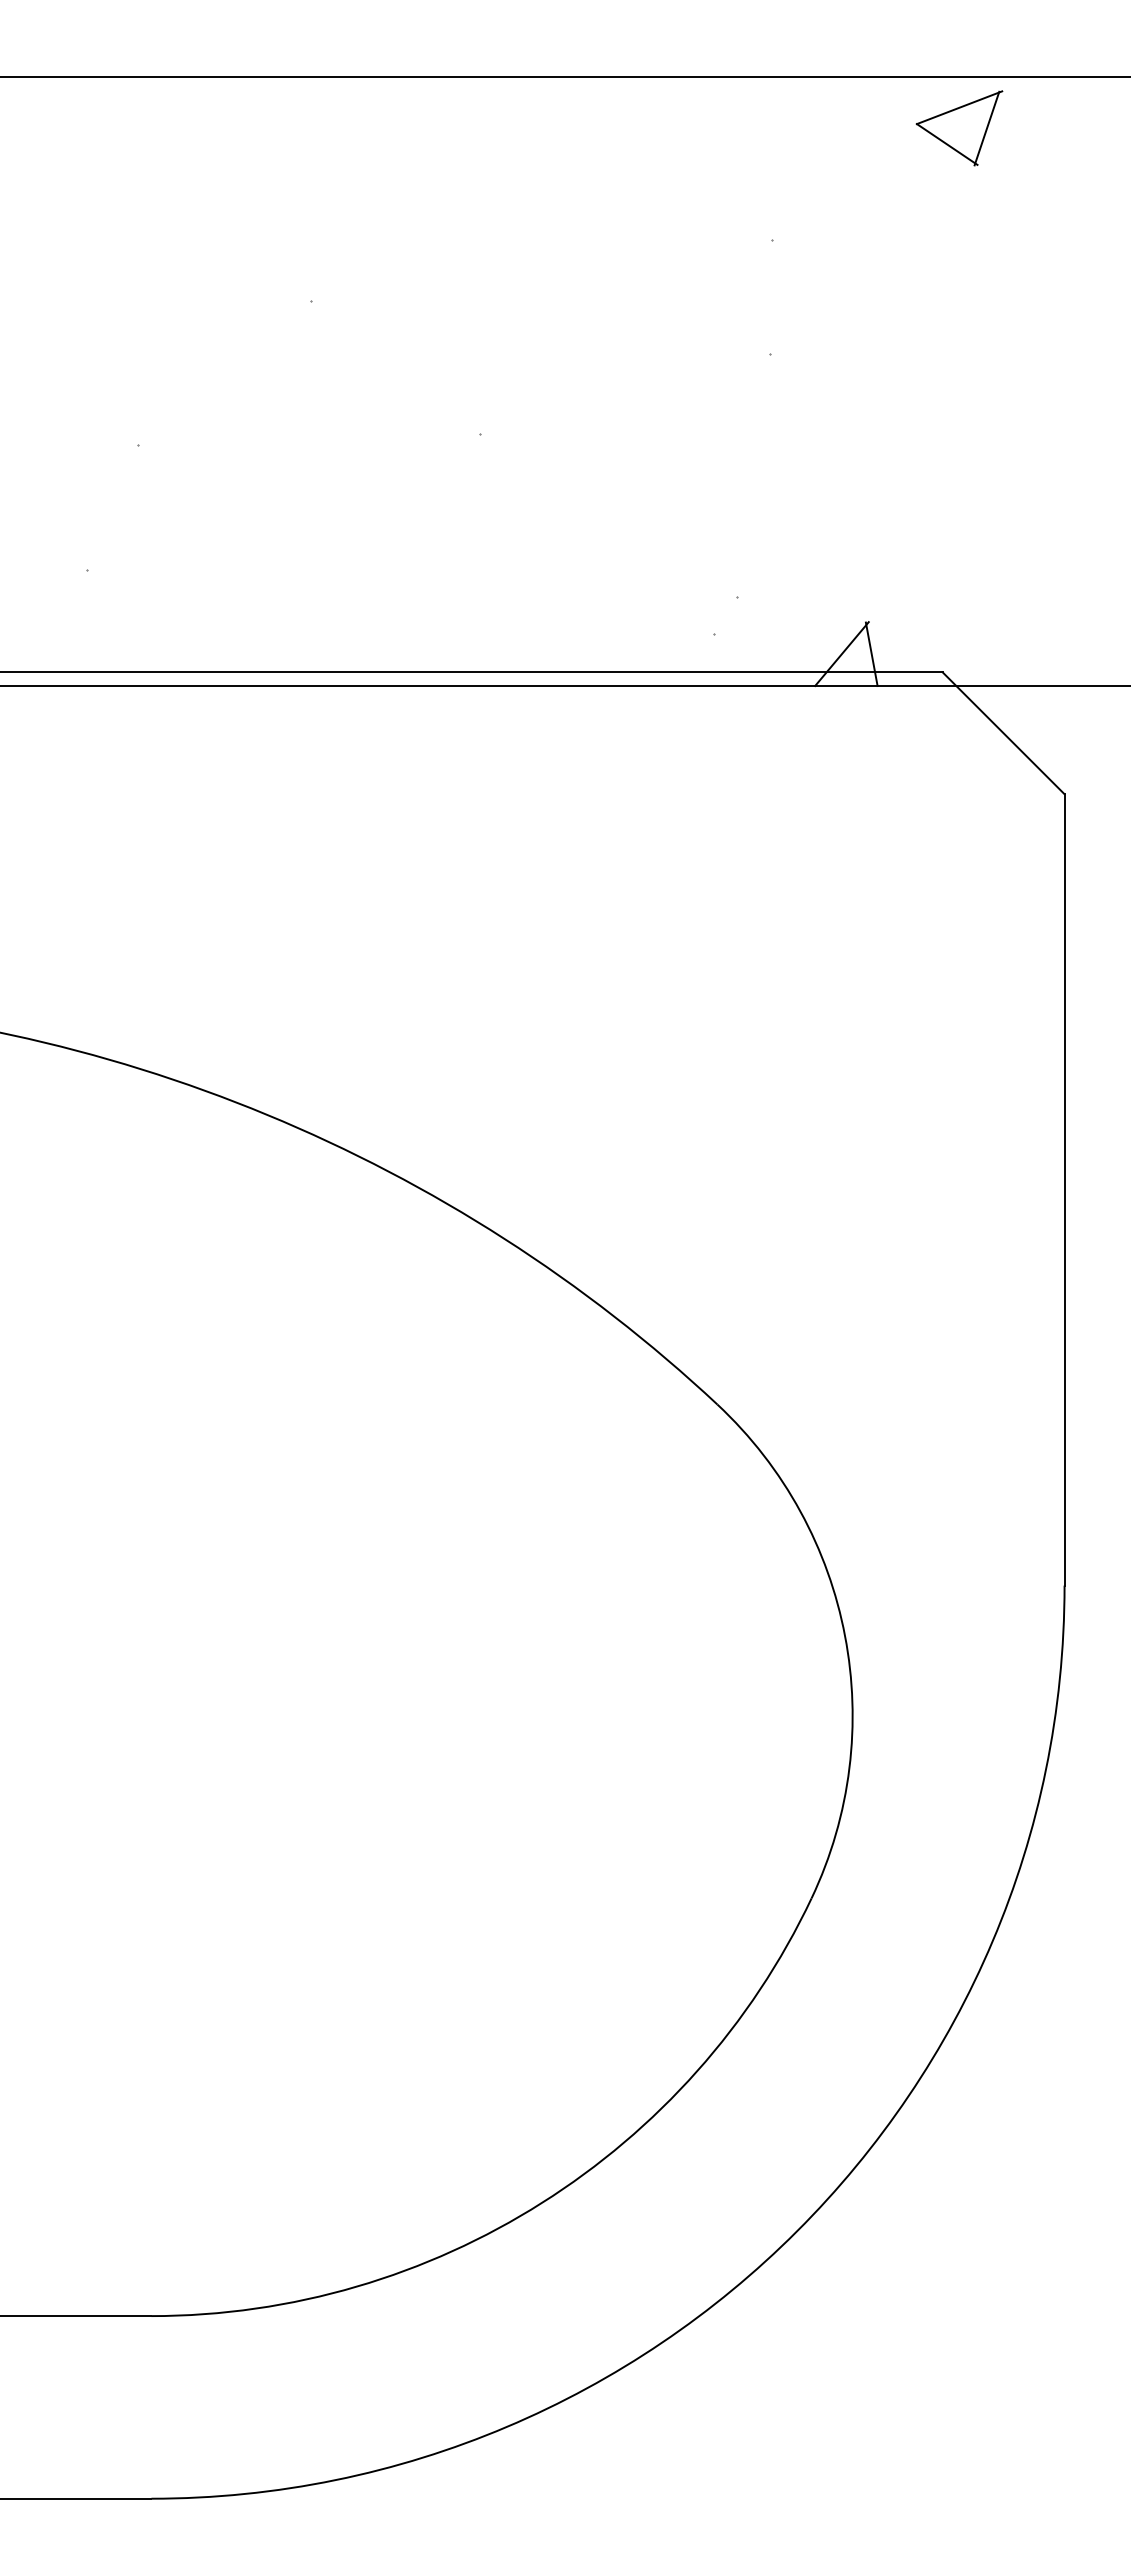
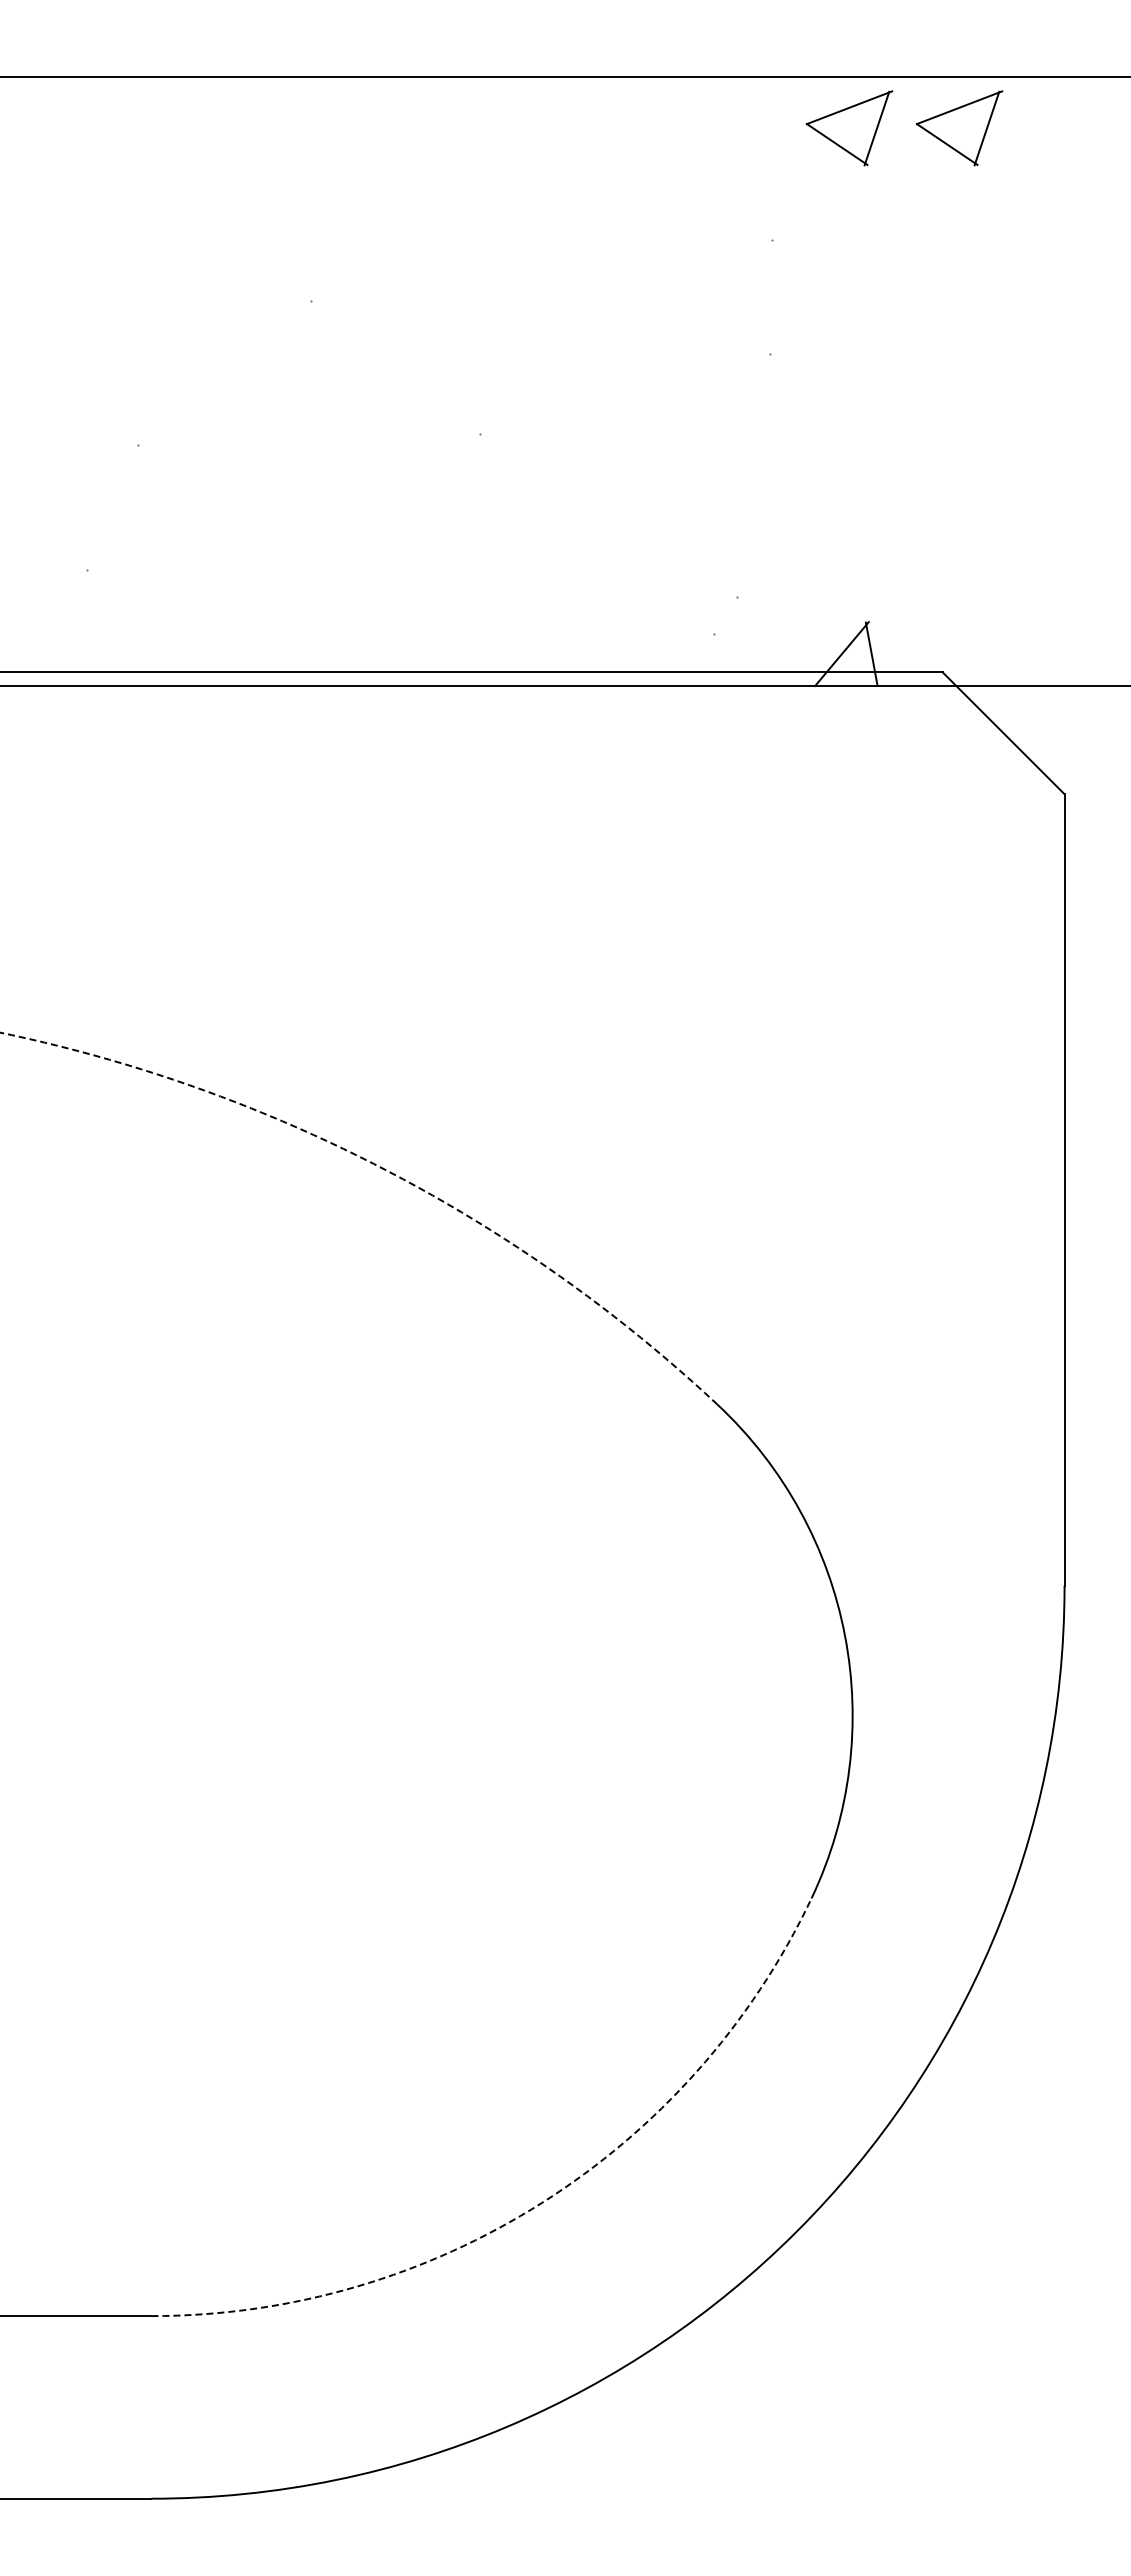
part at (849, 128): none -> present
arc at (383, 1168): solid -> dashed
arc at (542, 2202): solid -> dashed
